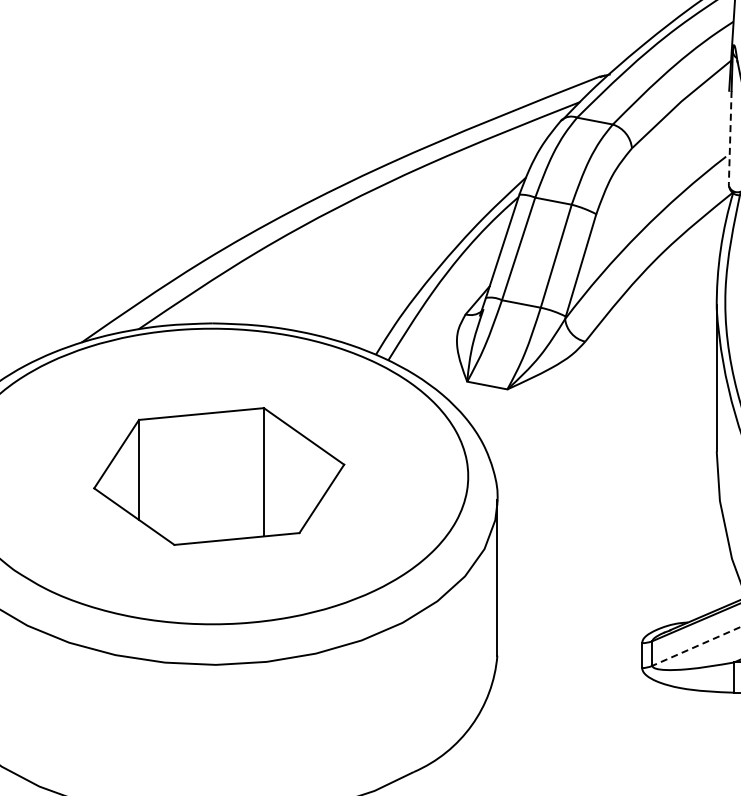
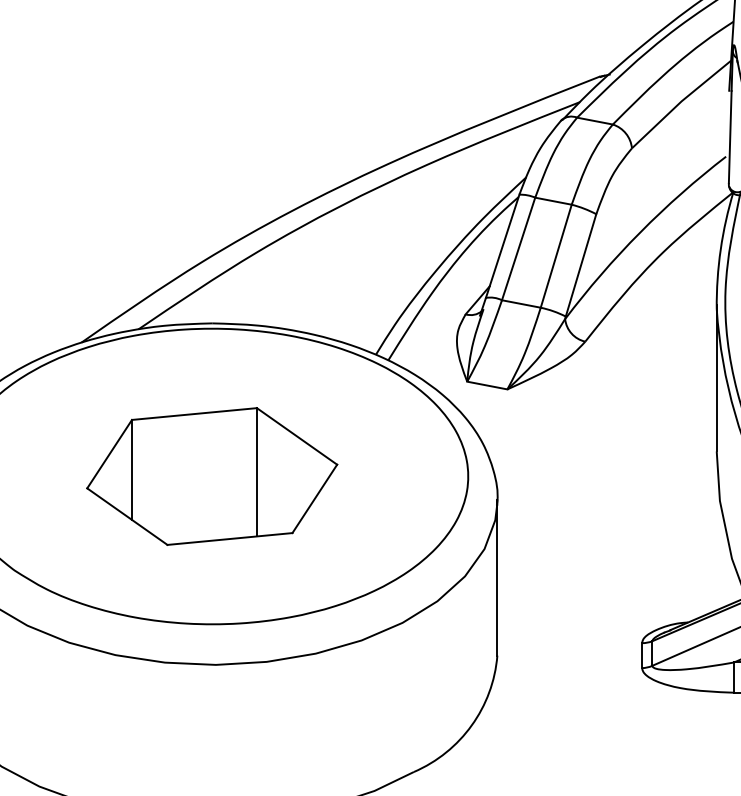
line at (730, 137): dashed -> solid
part at (219, 476) position: (219, 476) -> (212, 476)
line at (696, 646): dashed -> solid
